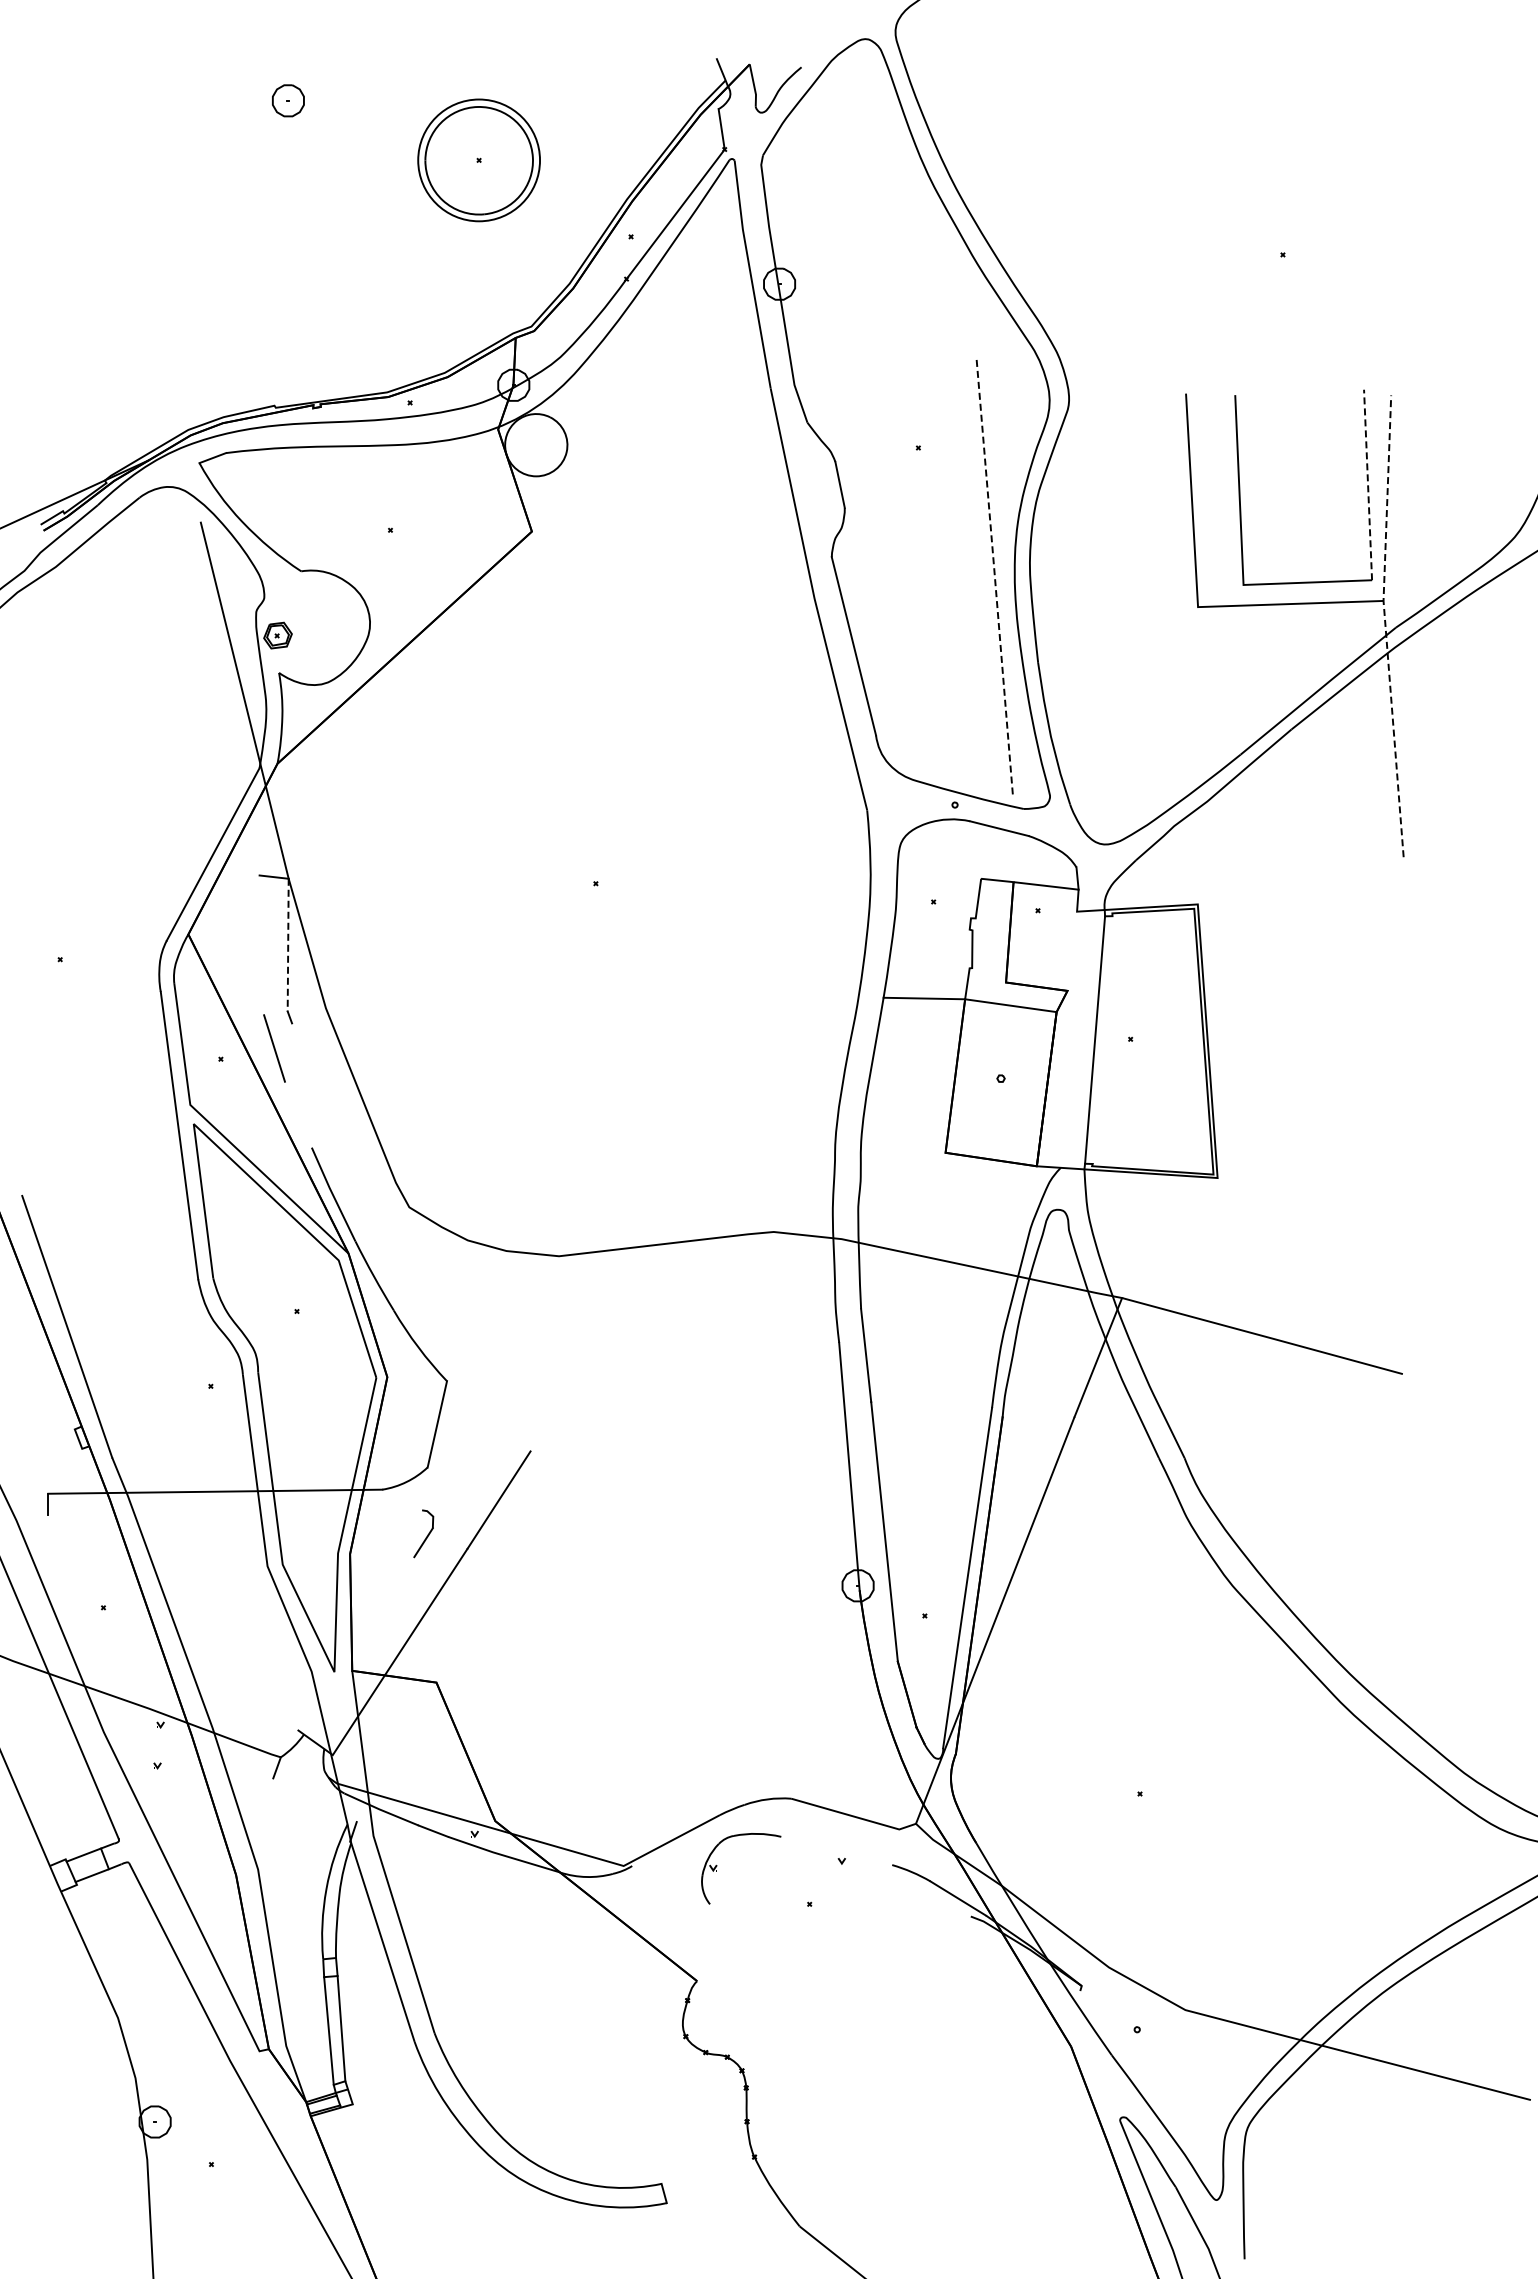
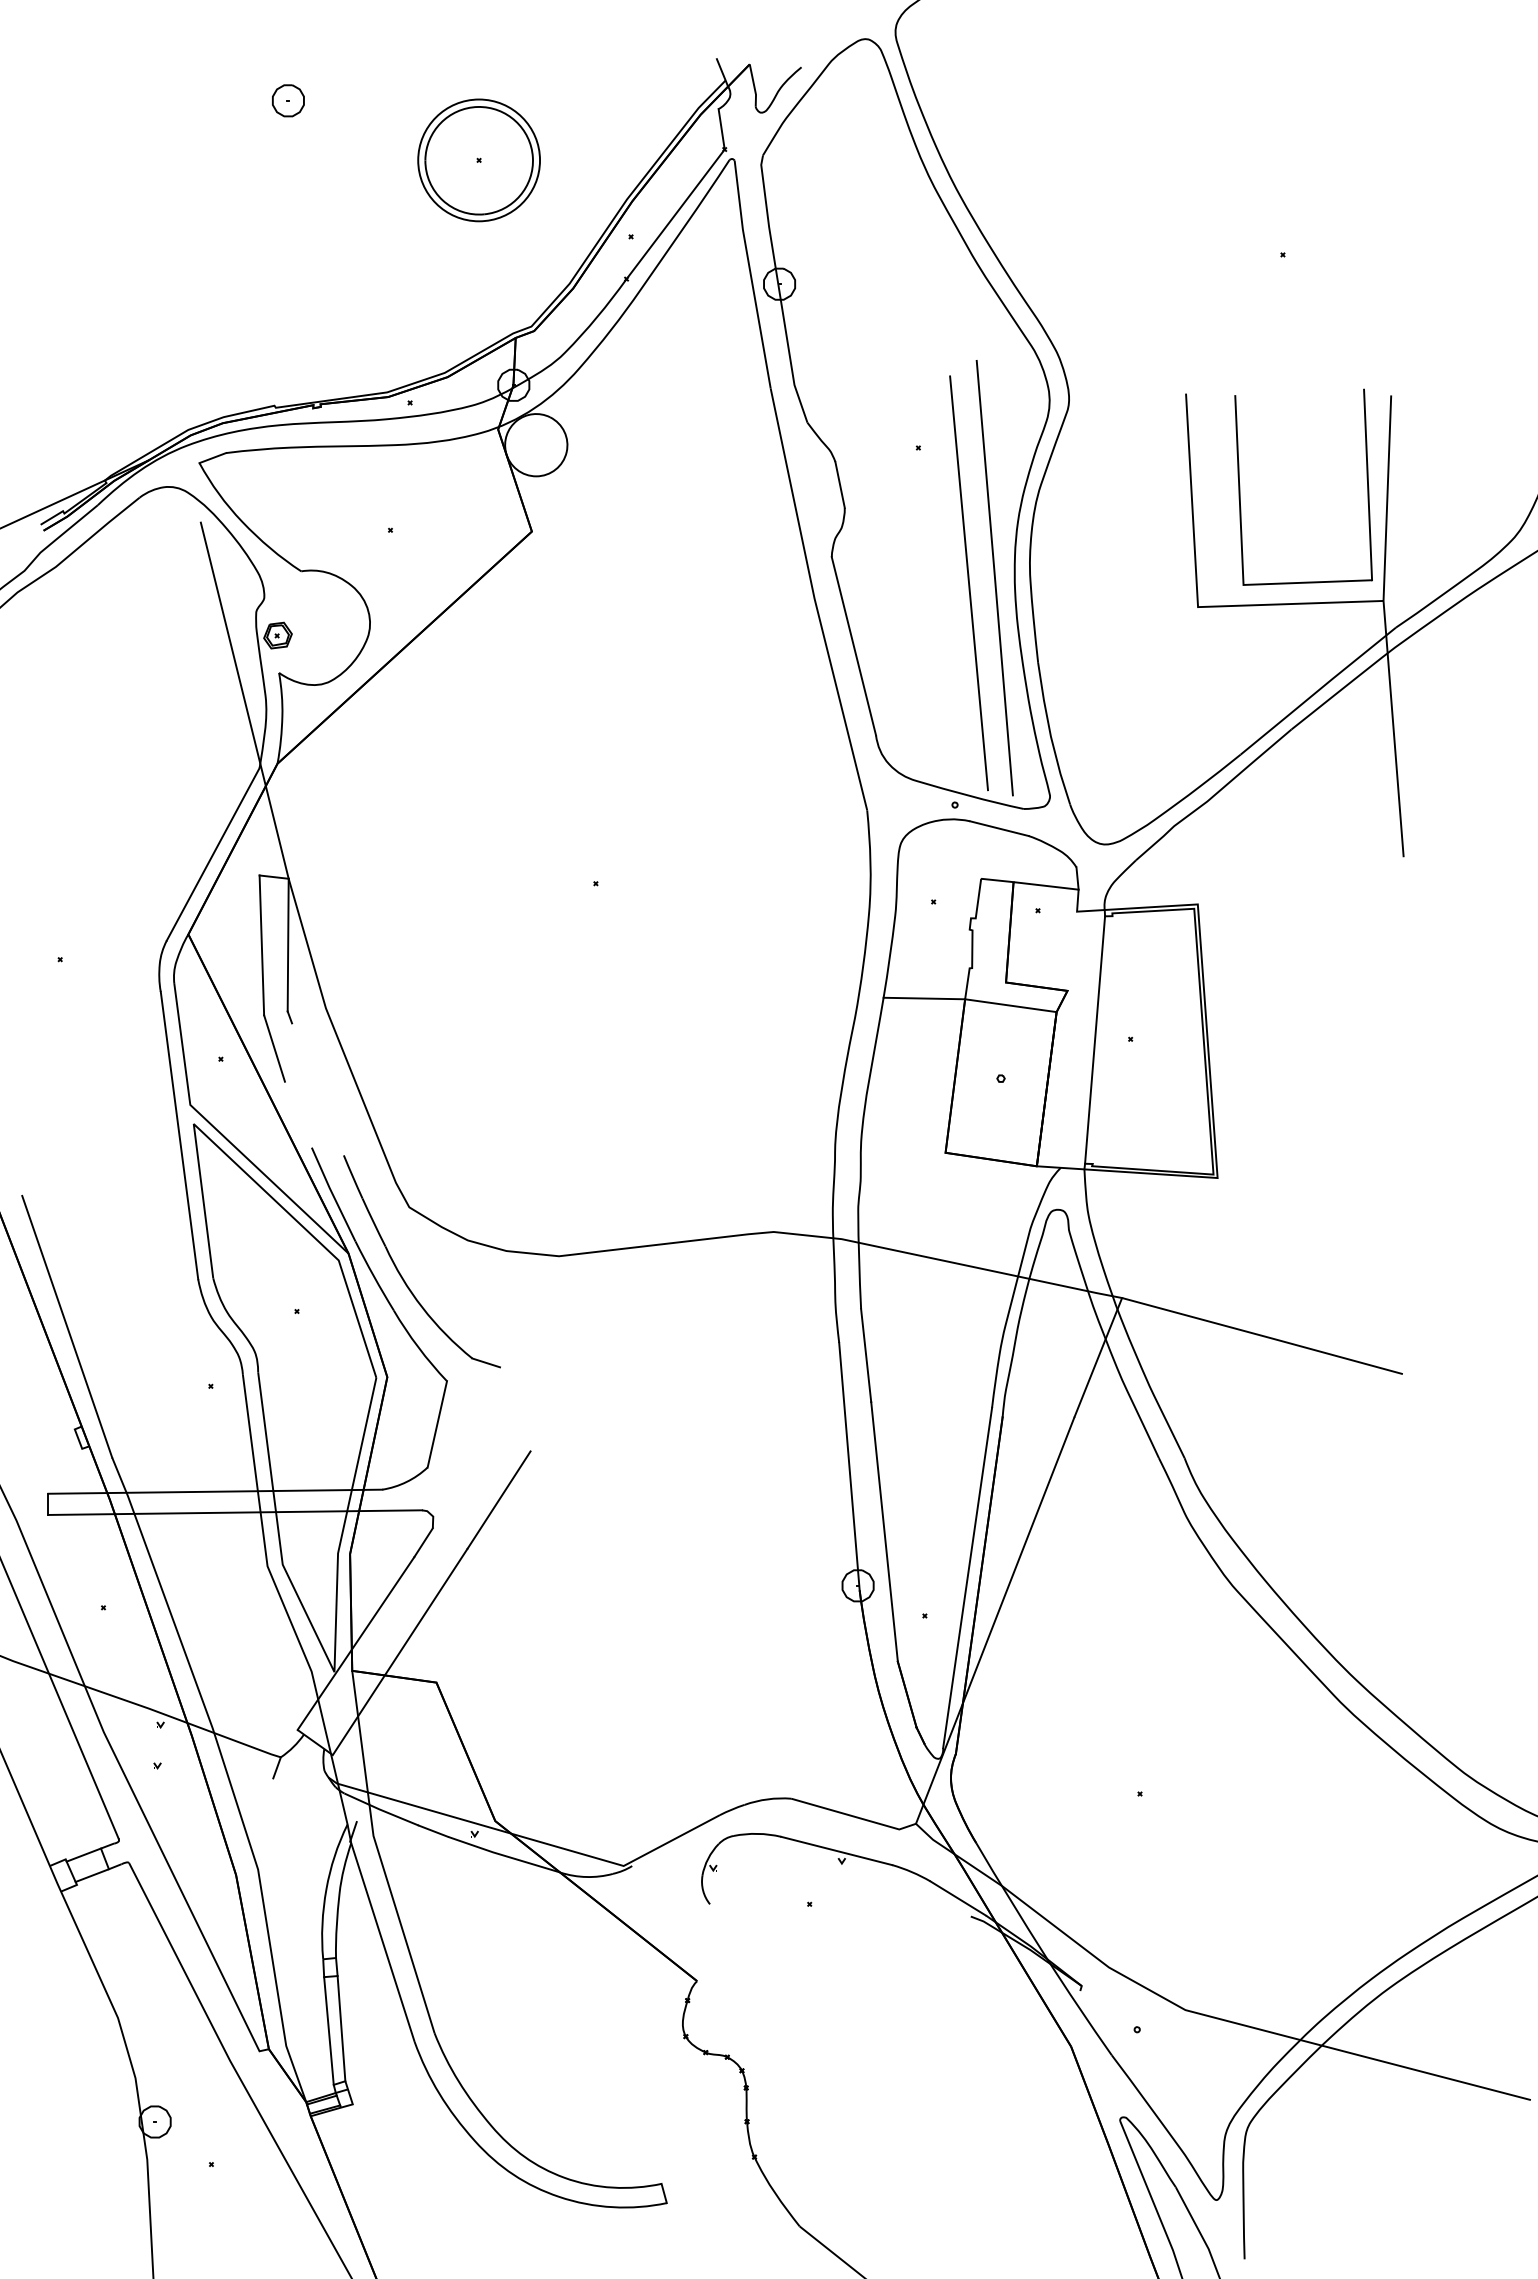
line at (1368, 484): dashed -> solid
line at (994, 577): dashed -> solid
line at (969, 583): none -> present
line at (1385, 625): dashed -> solid
line at (261, 945): none -> present
line at (288, 945): dashed -> solid
part at (401, 1274): none -> present
line at (235, 1512): none -> present
line at (355, 1643): none -> present
line at (836, 1850): none -> present
